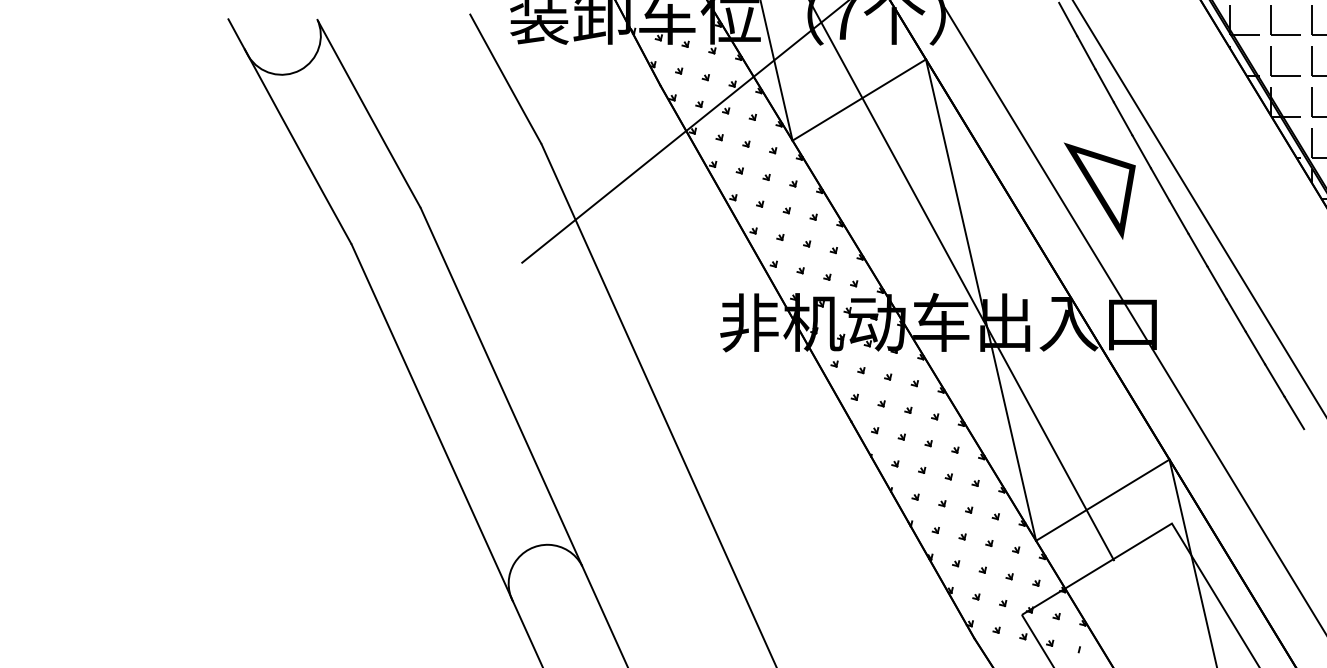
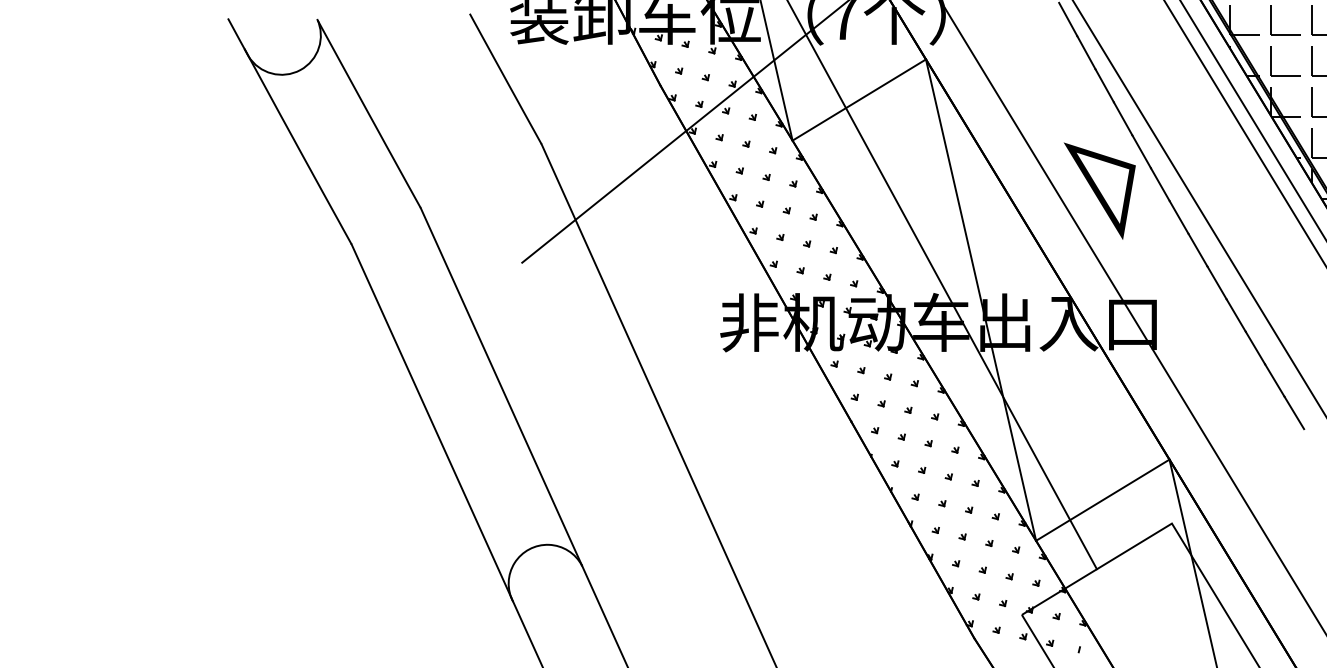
line at (1252, 119): none -> present
line at (1244, 132): none -> present
line at (961, 281) position: (961, 281) -> (942, 285)
